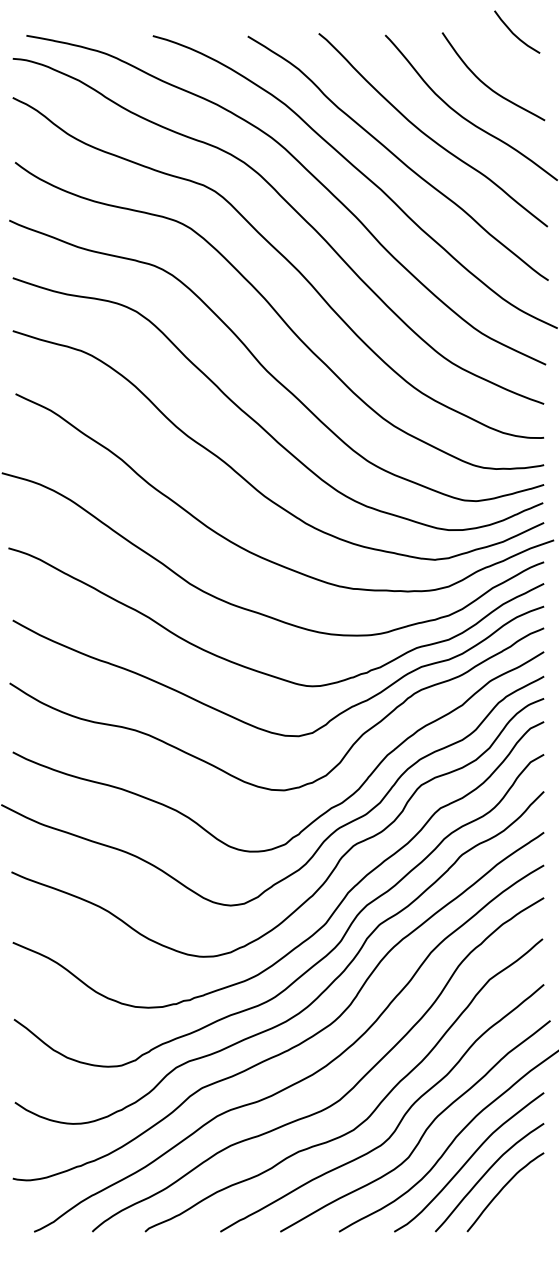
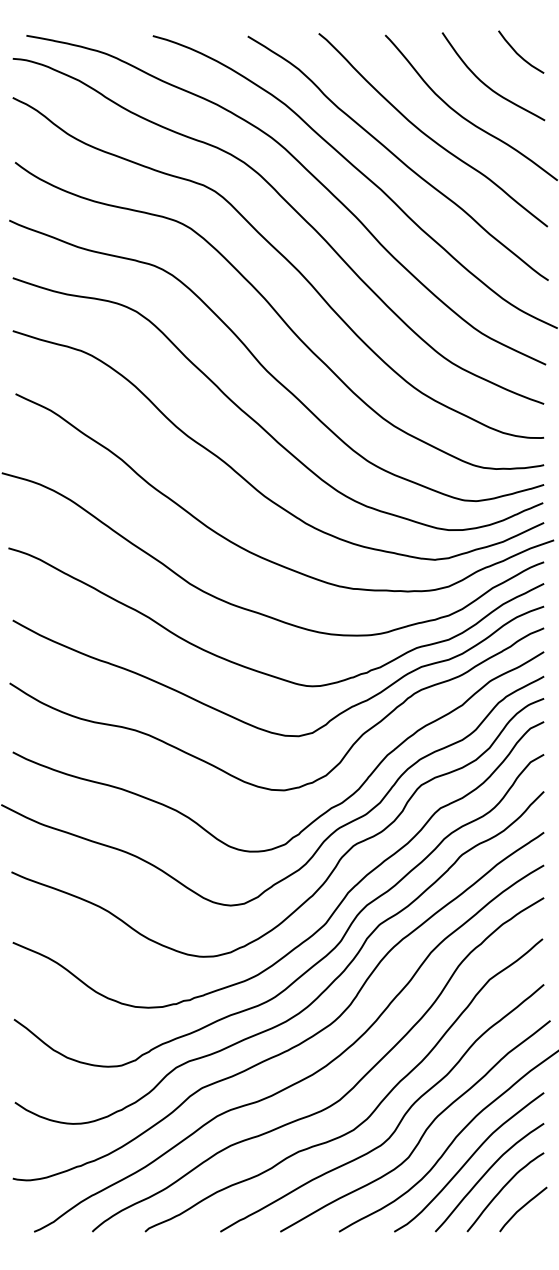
curve at (514, 33) position: (514, 33) -> (518, 53)
curve at (522, 1208): none -> present
